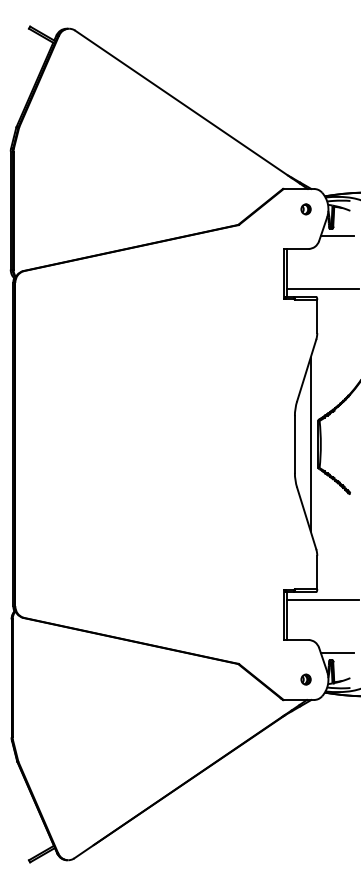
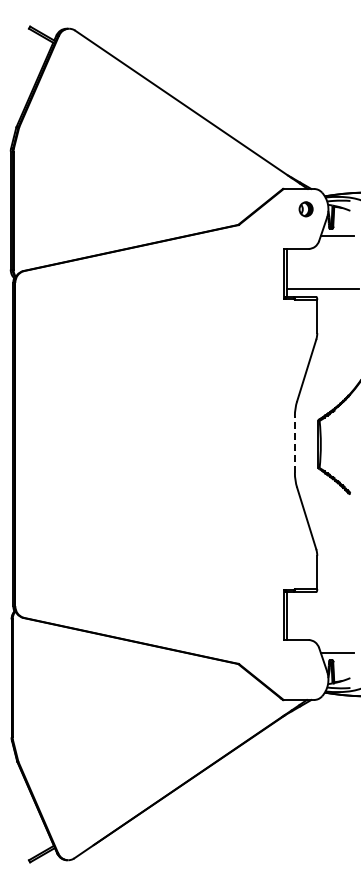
part at (305, 209) size: 12x13 px -> 16x17 px
line at (294, 443): solid -> dashed
line at (310, 444): present -> none
line at (321, 600): present -> none
part at (305, 679): present -> none
